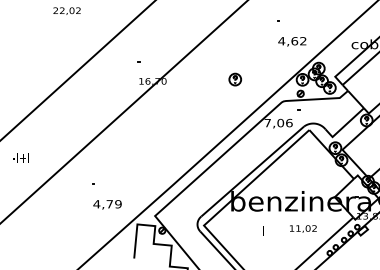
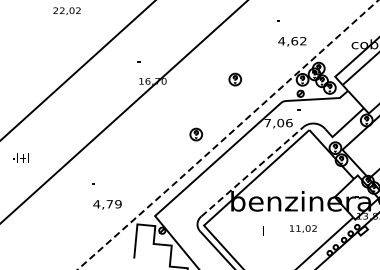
part at (196, 134): none -> present
line at (228, 135): solid -> dashed
line at (253, 171): solid -> dashed
